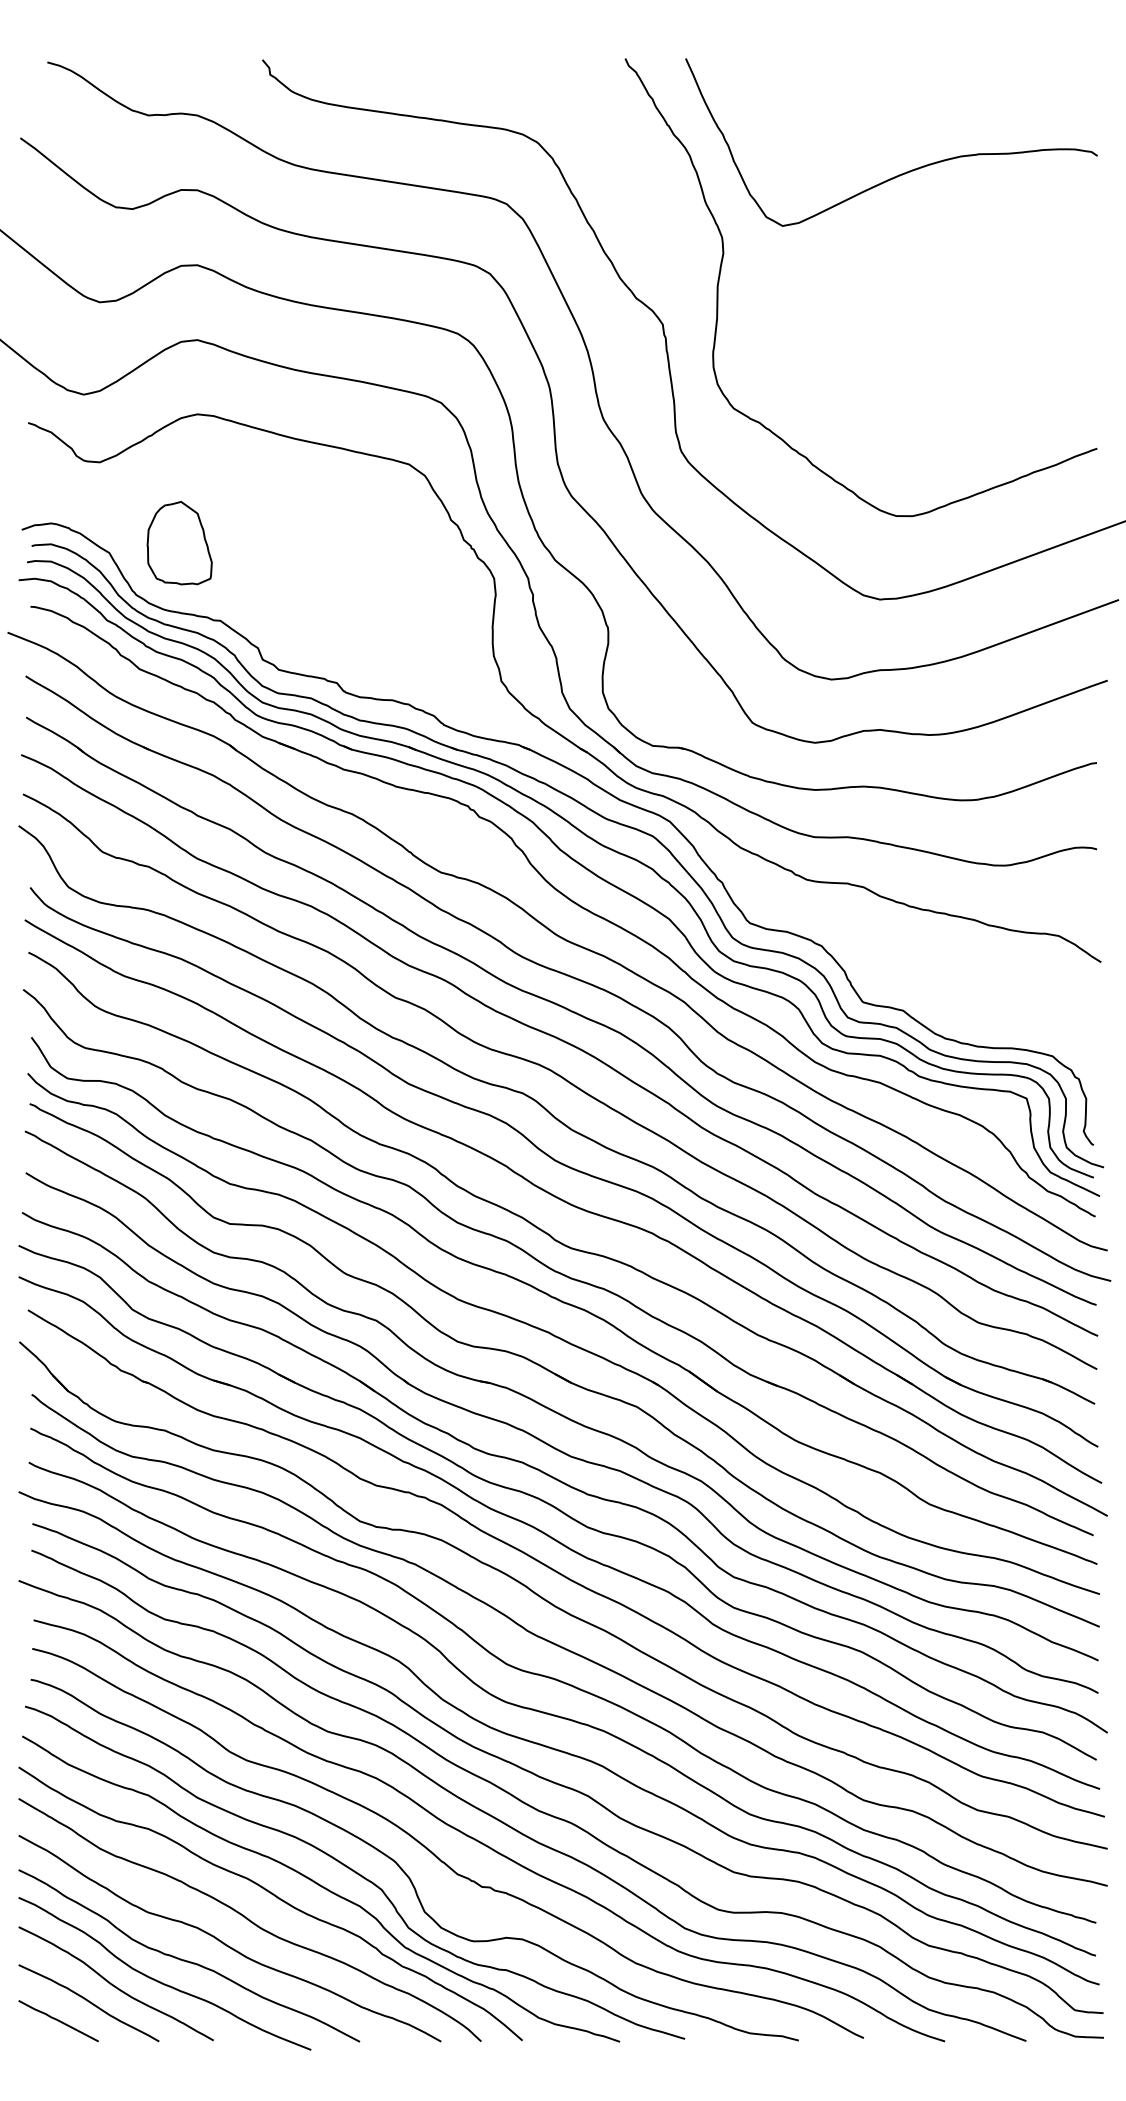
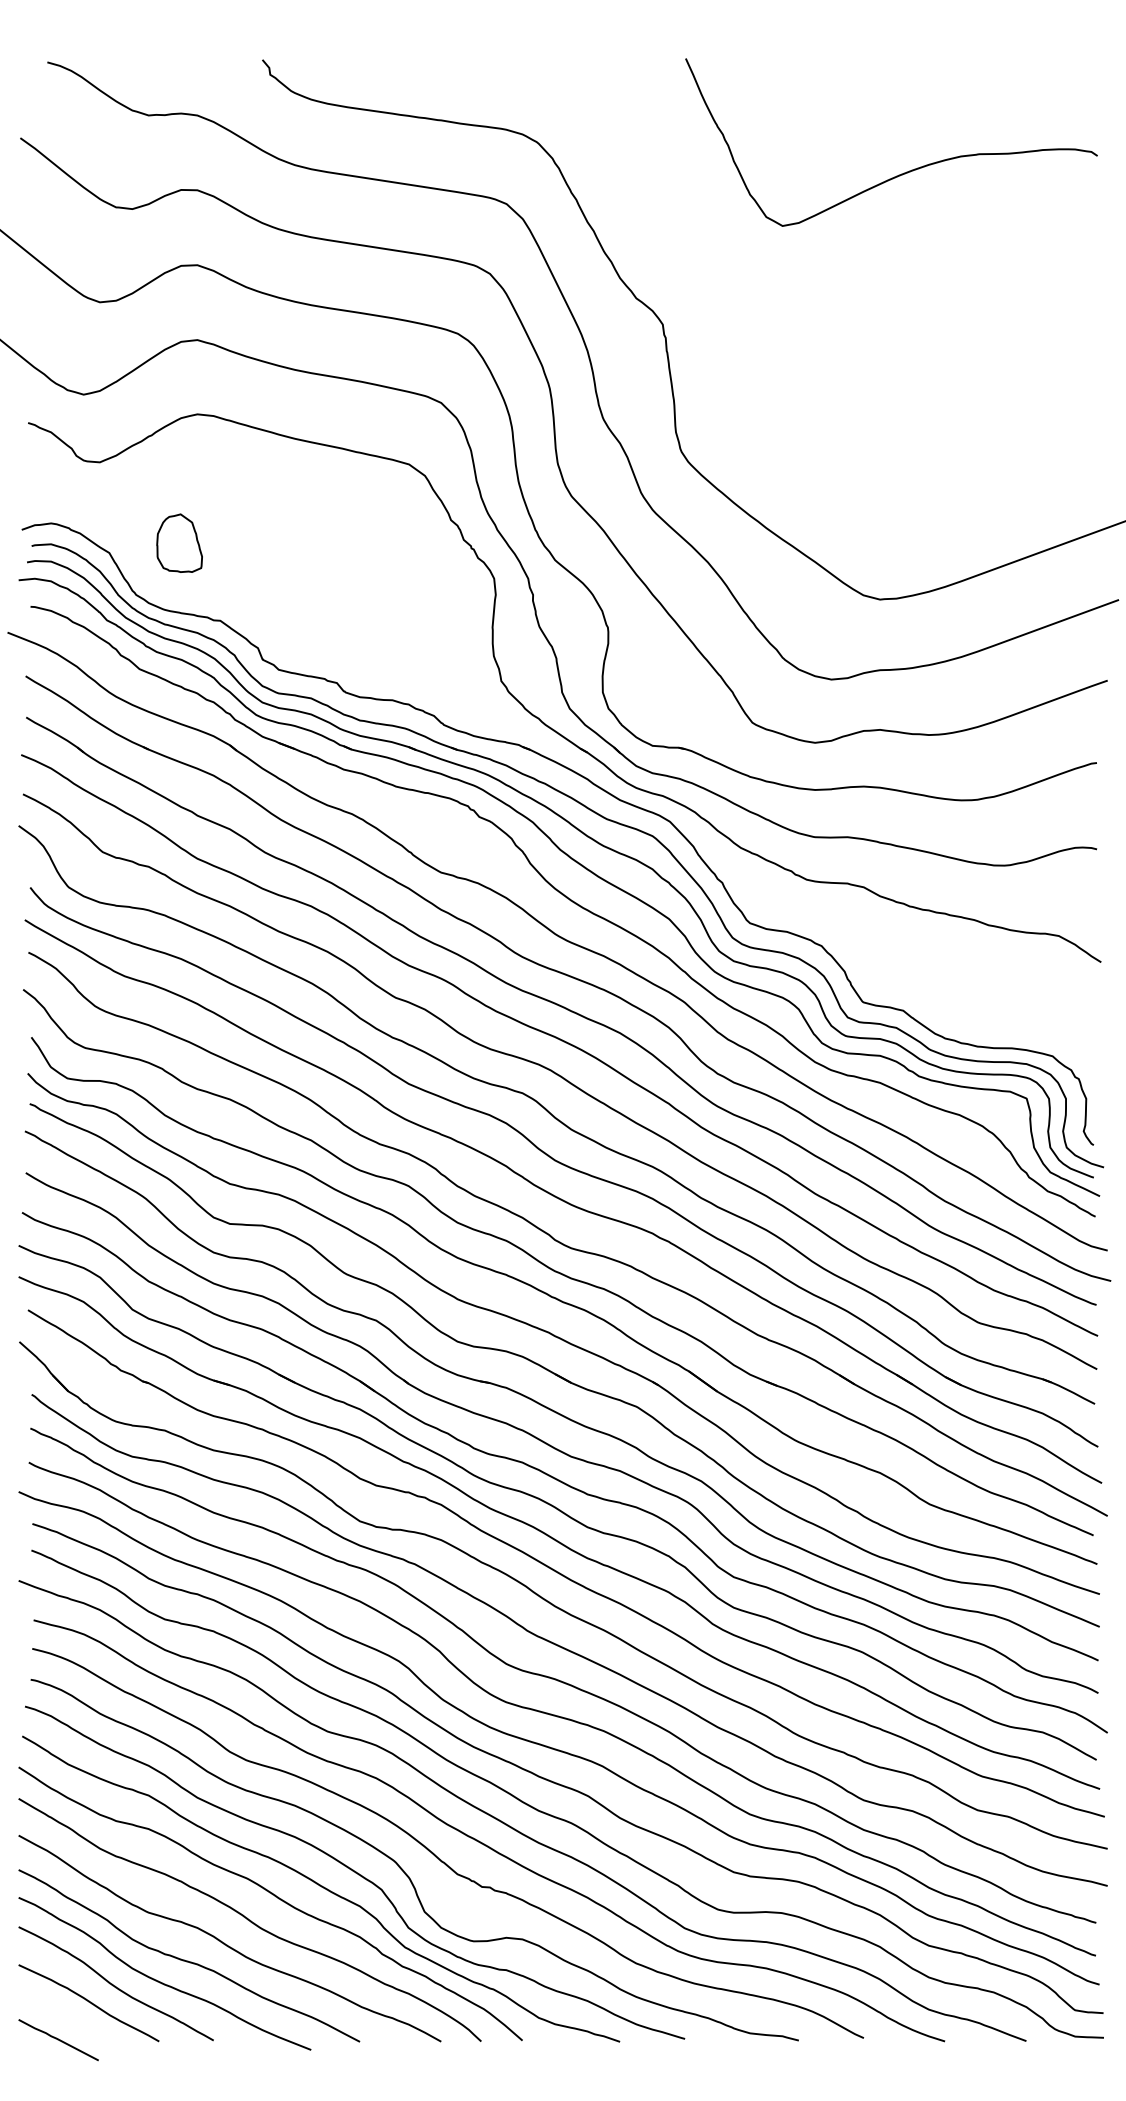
curve at (723, 259): present -> none
part at (179, 543) size: 67x85 px -> 47x60 px
line at (58, 2021) position: (58, 2021) -> (58, 2040)
